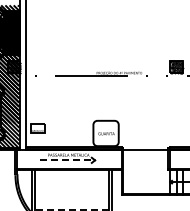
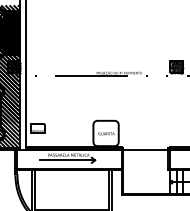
line at (68, 160): dashed -> solid
line at (72, 209): dashed -> solid
